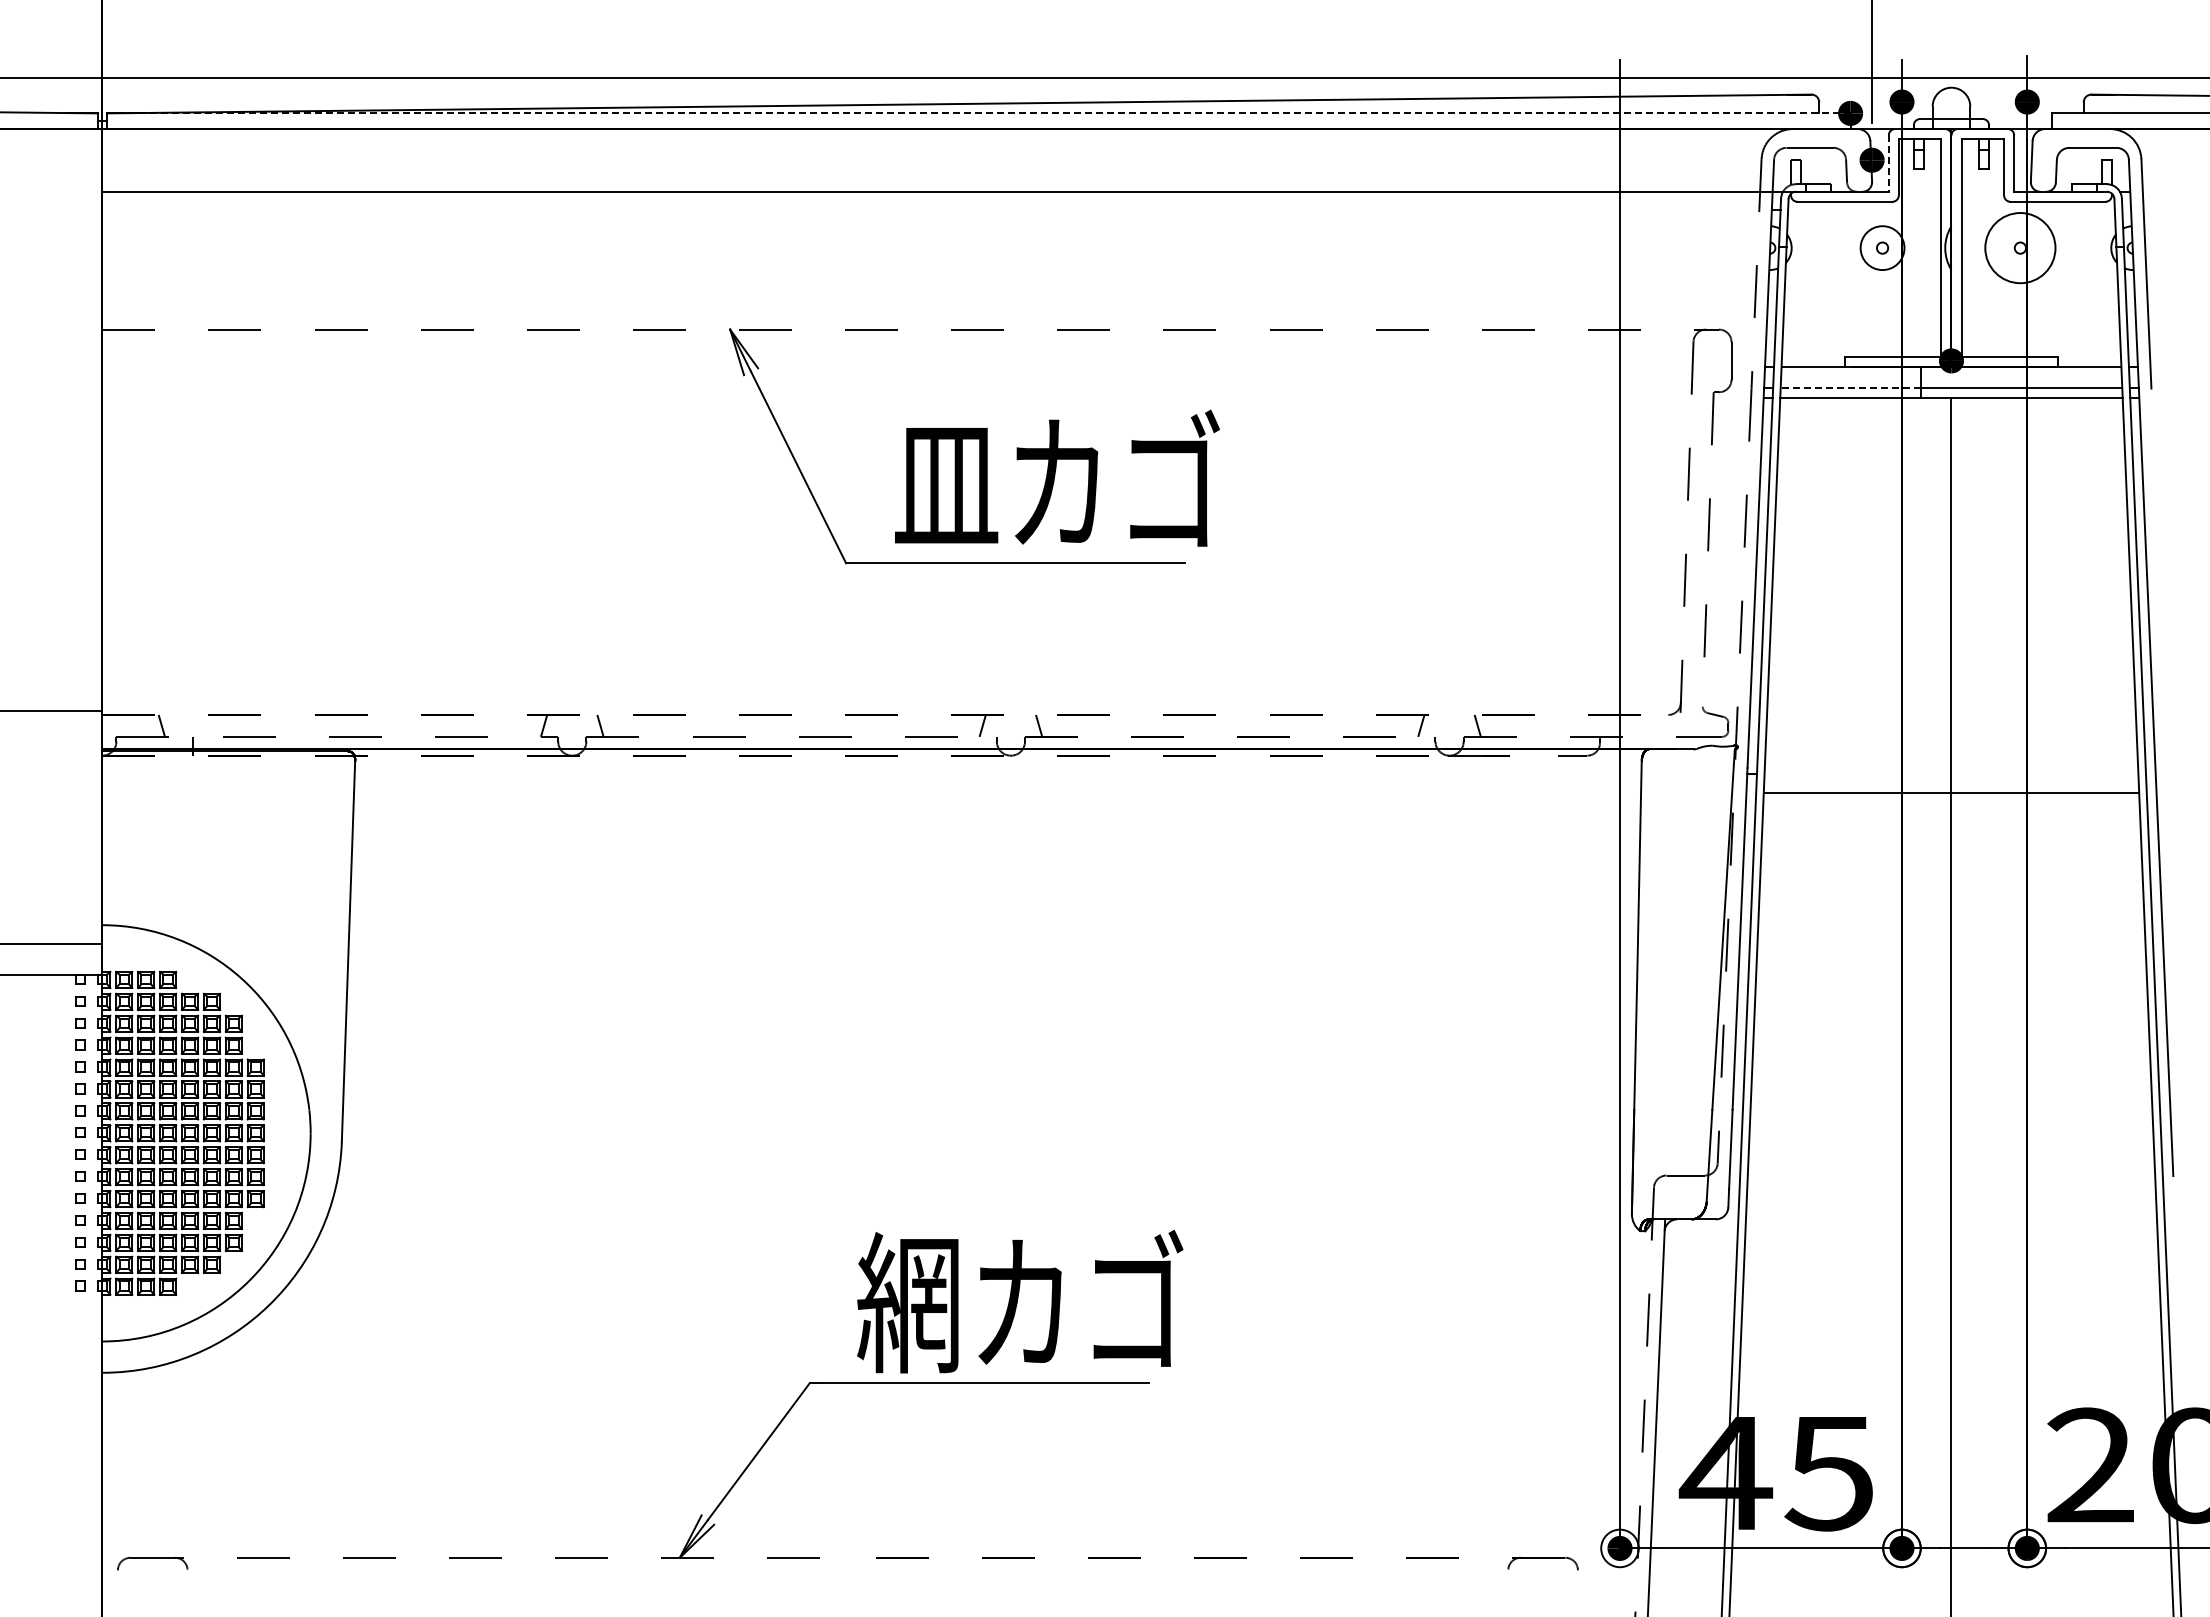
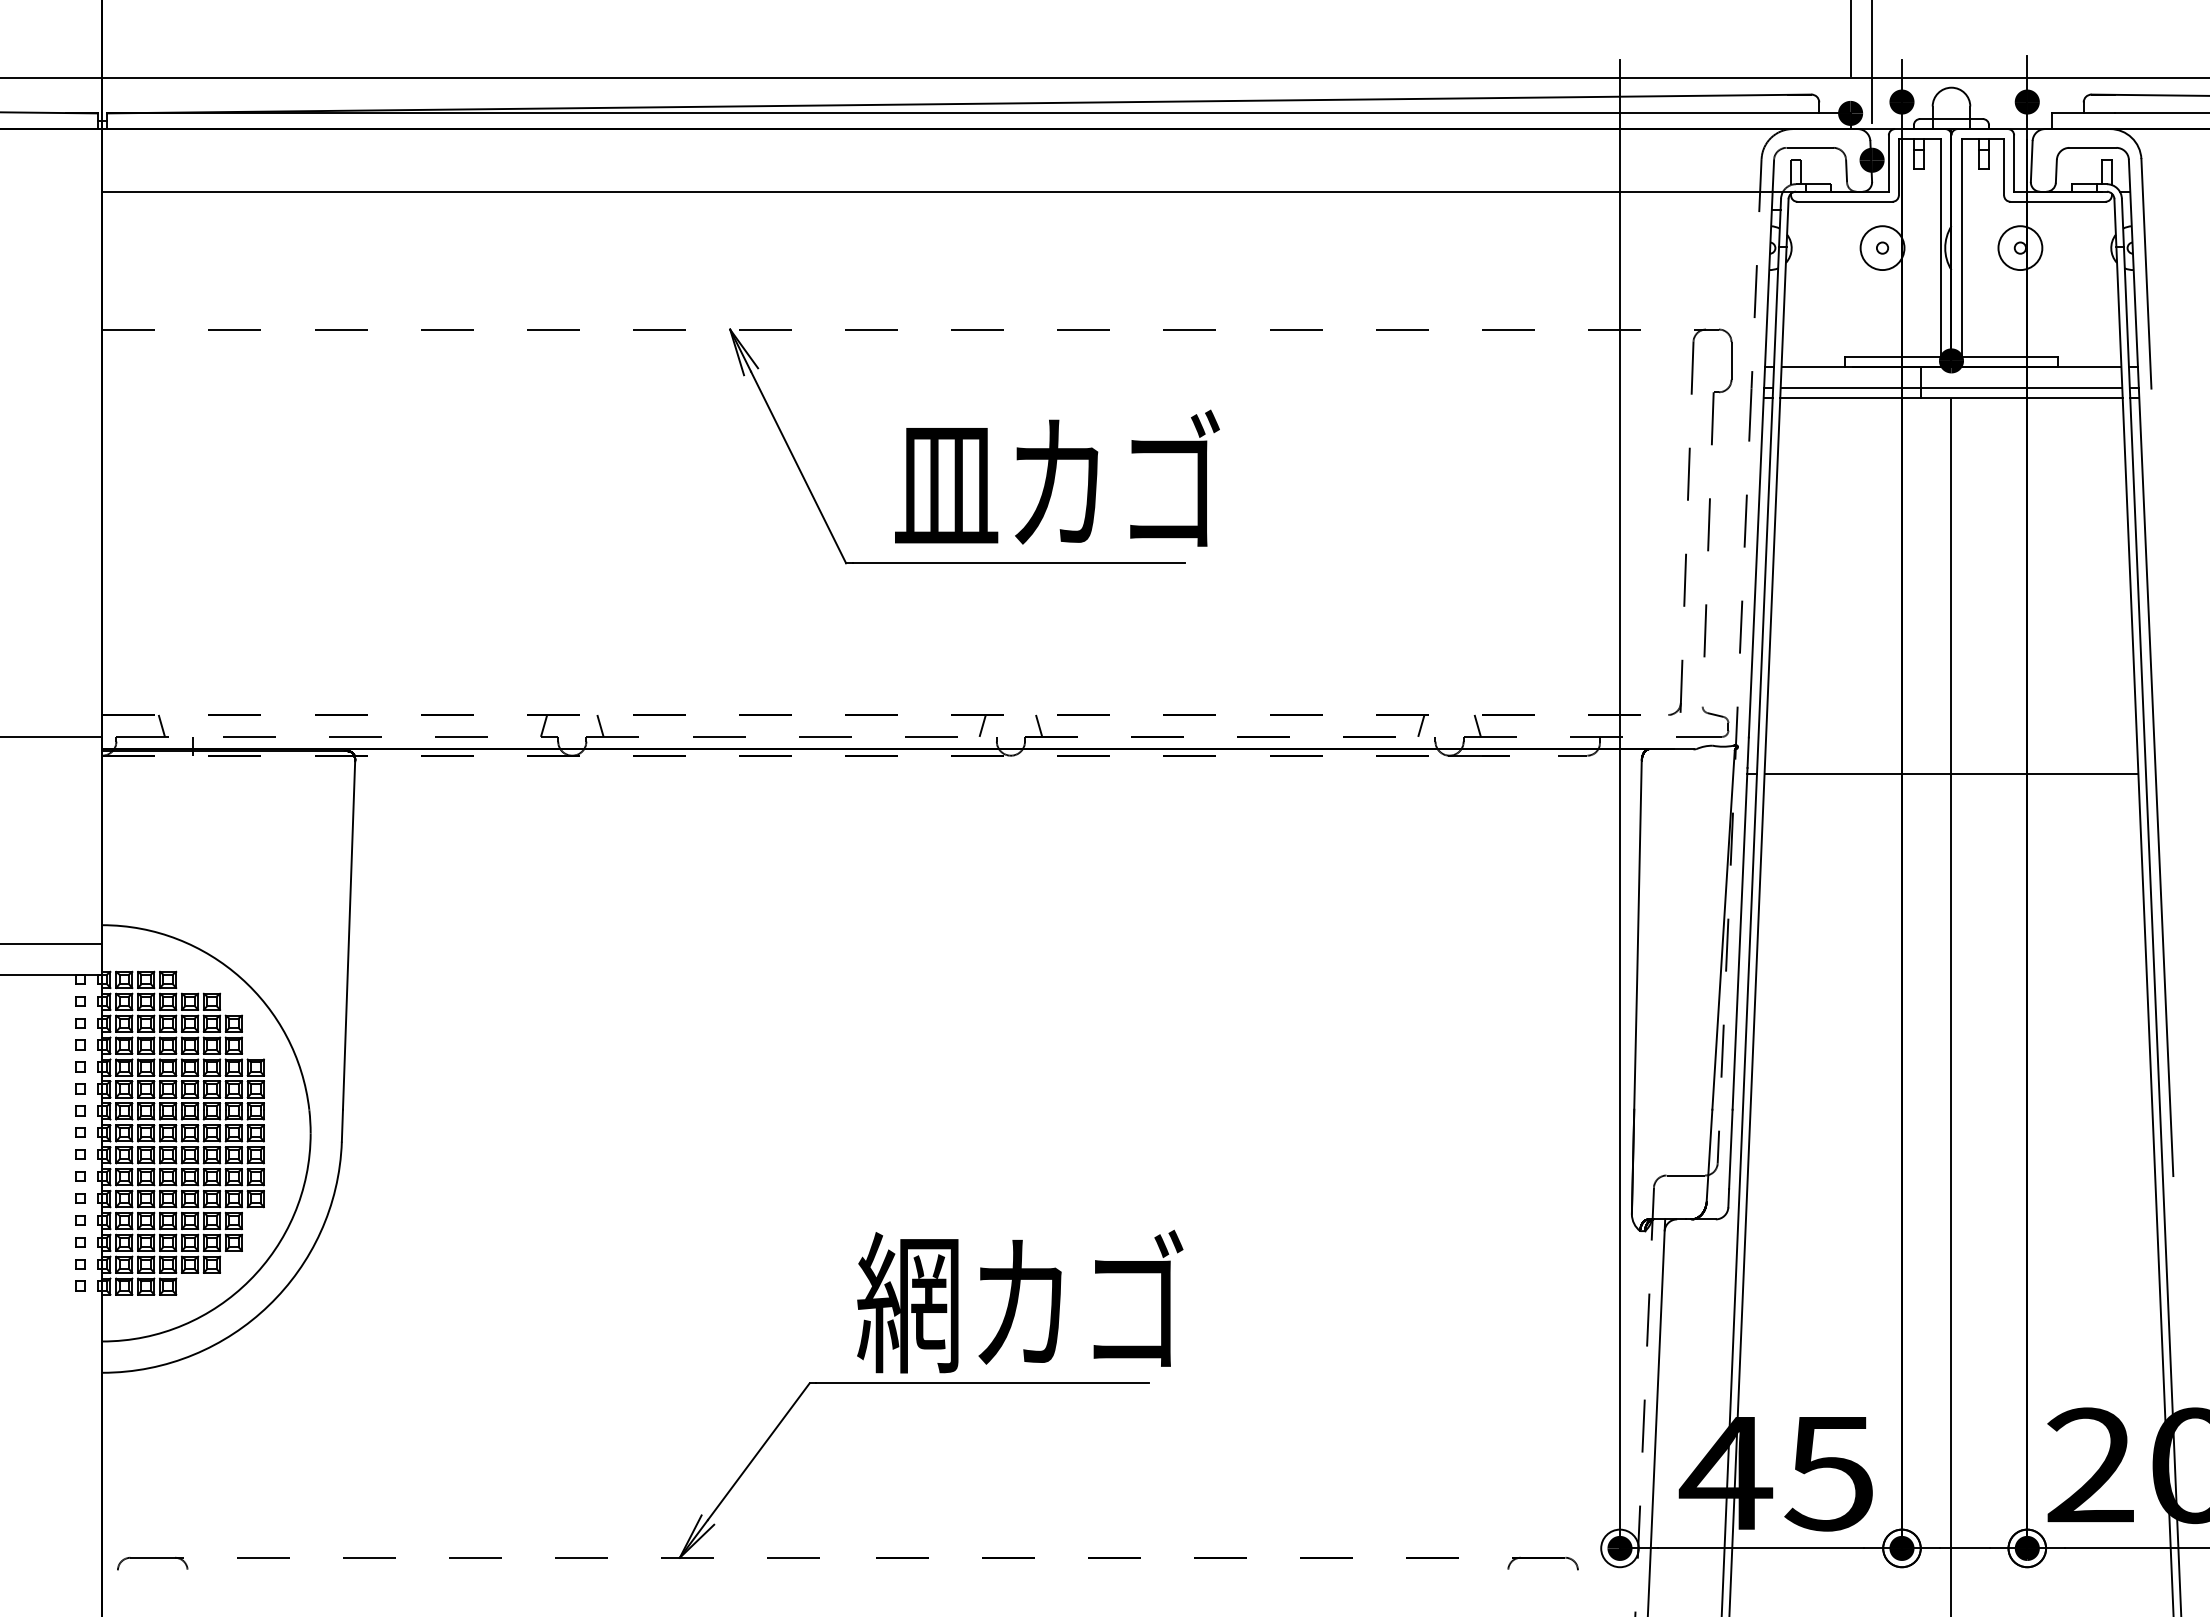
line at (1850, 38): none -> present
line at (978, 113): dashed -> solid
line at (1888, 164): dashed -> solid
circle at (2020, 248) diameter: 70 px -> 44 px
line at (1850, 388): dashed -> solid
line at (52, 710) position: (52, 710) -> (52, 736)
line at (1951, 792) position: (1951, 792) -> (1951, 773)
